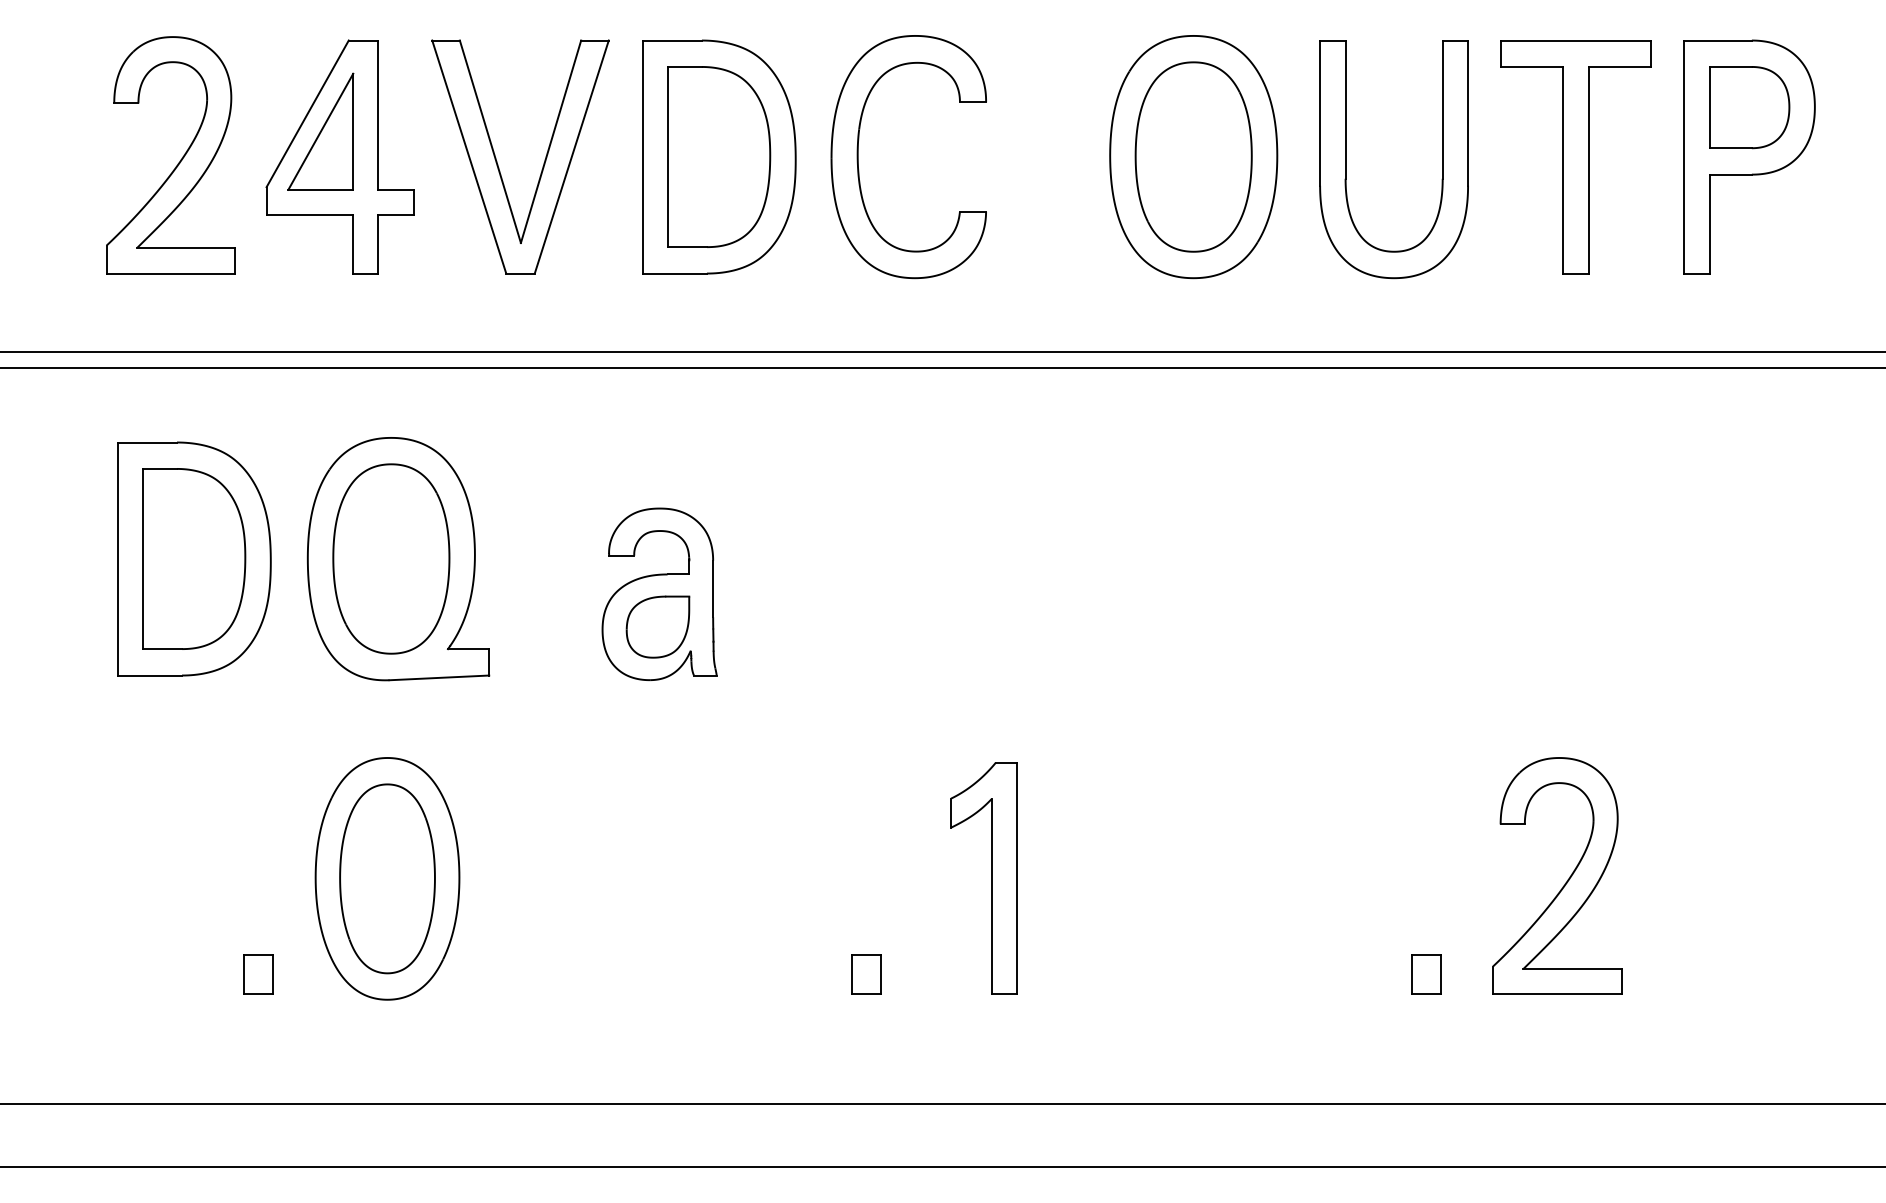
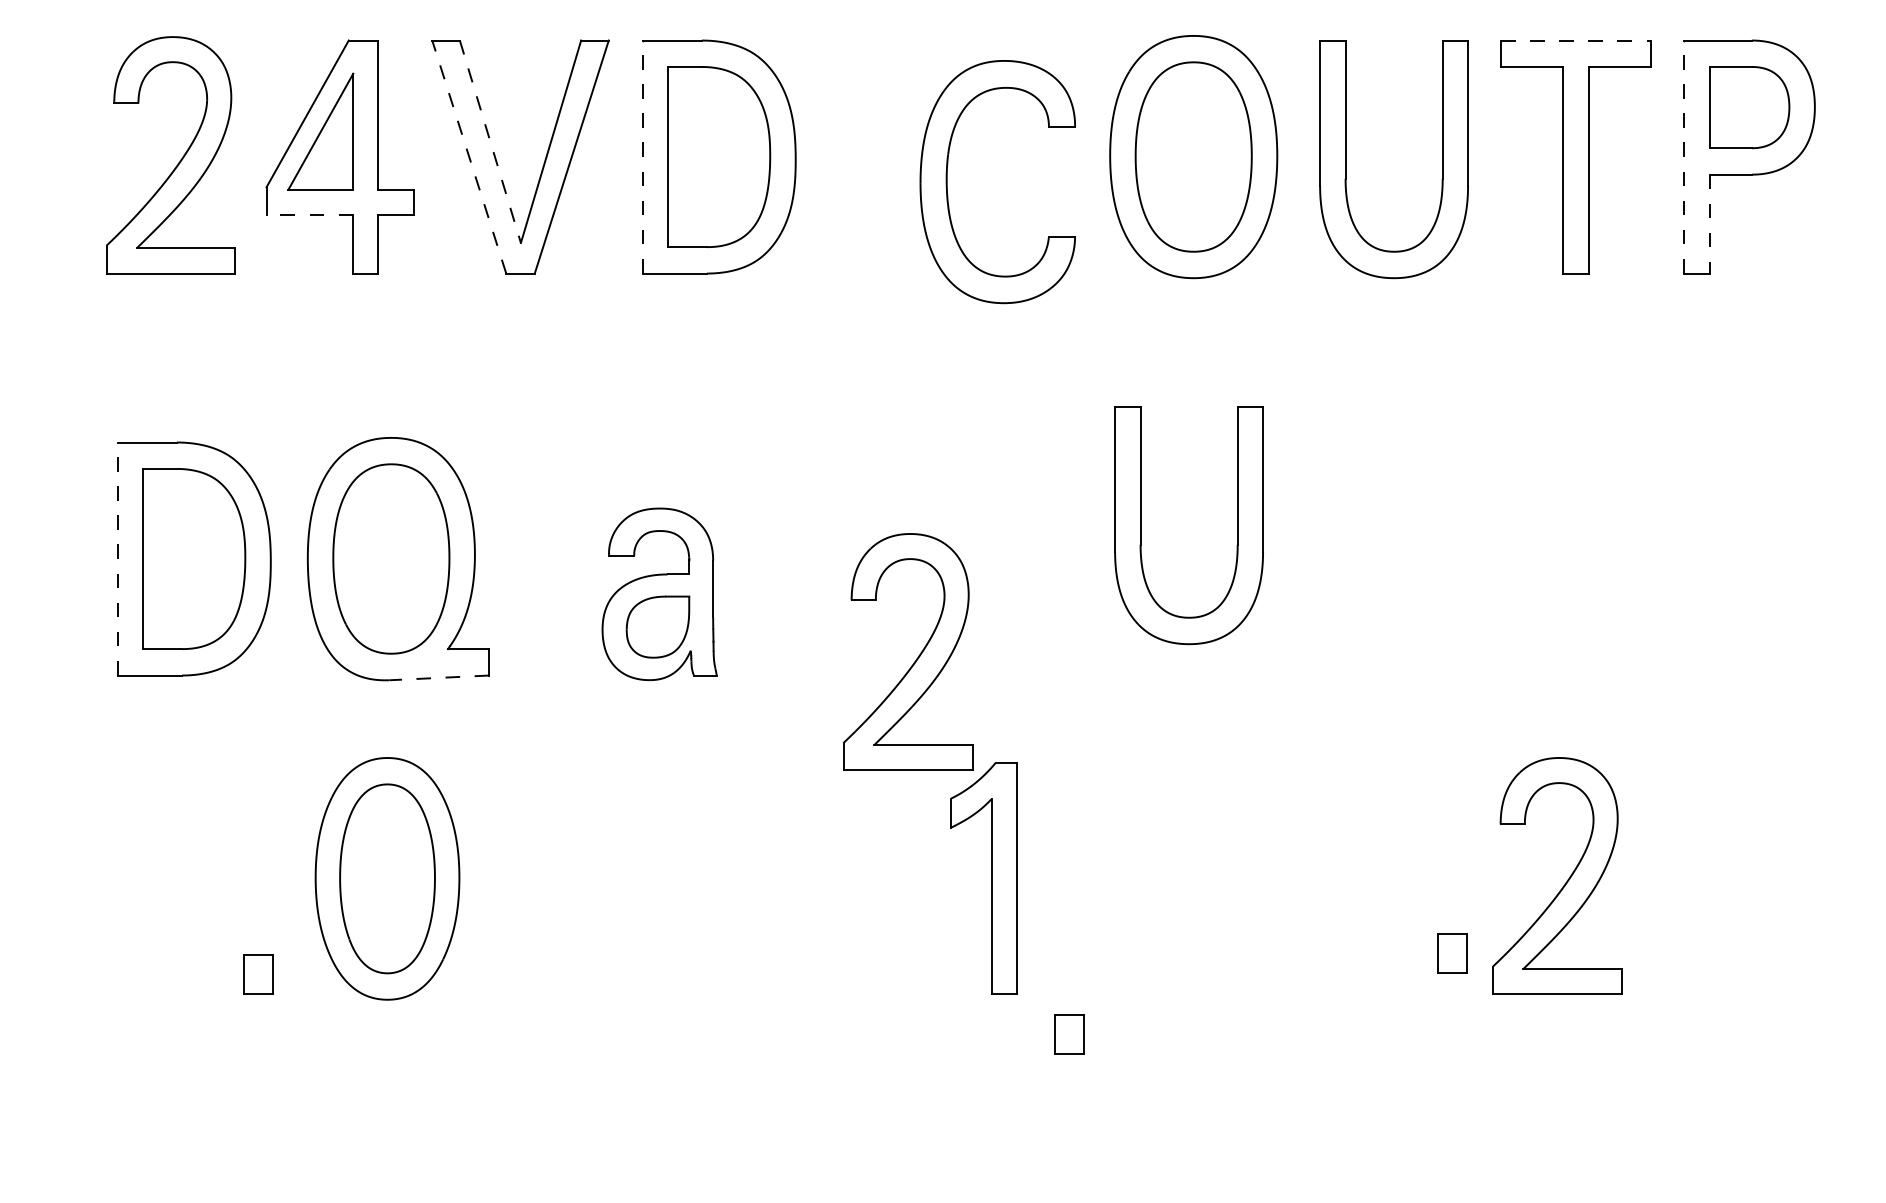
line at (1576, 40): solid -> dashed
line at (490, 141): solid -> dashed
line at (469, 156): solid -> dashed
line at (642, 157): solid -> dashed
part at (858, 157) position: (858, 157) -> (947, 182)
line at (1684, 157): solid -> dashed
line at (309, 215): solid -> dashed
line at (1709, 224): solid -> dashed
line at (942, 352): present -> none
line at (942, 368): present -> none
part at (1141, 525): none -> present
line at (117, 559): solid -> dashed
part at (916, 658): none -> present
line at (439, 677): solid -> dashed
part at (866, 974) position: (866, 974) -> (1069, 1034)
part at (1426, 974) position: (1426, 974) -> (1452, 953)
line at (942, 1103): present -> none
line at (942, 1167): present -> none
